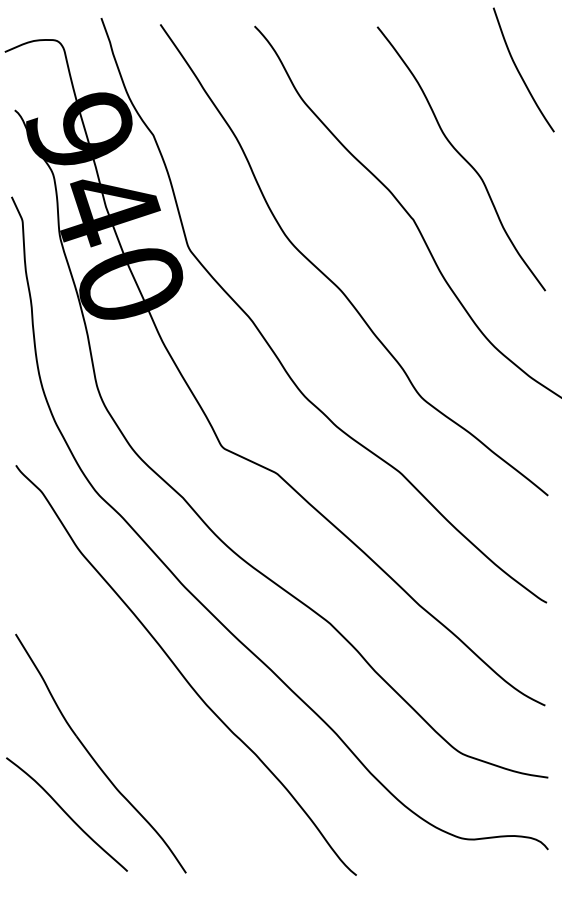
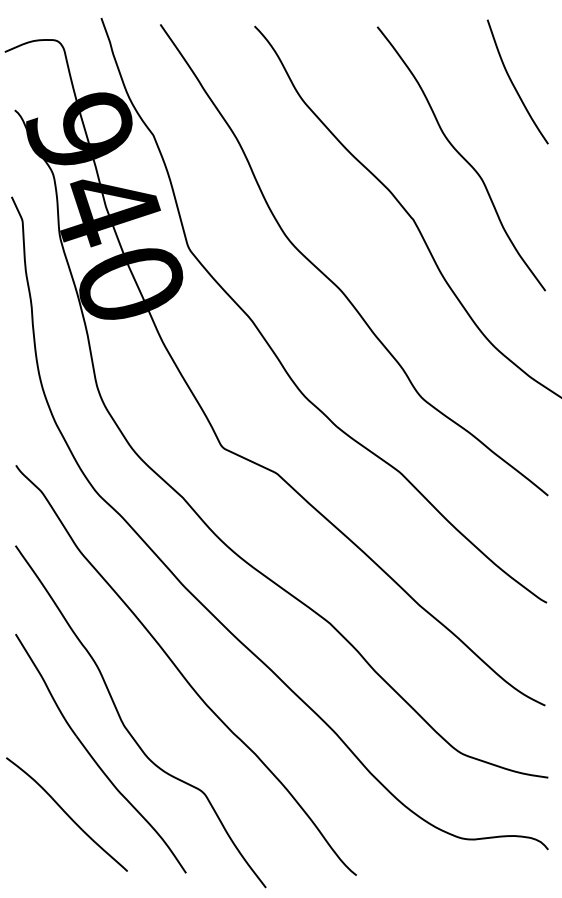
curve at (520, 72) position: (520, 72) -> (514, 84)
curve at (125, 725): none -> present
